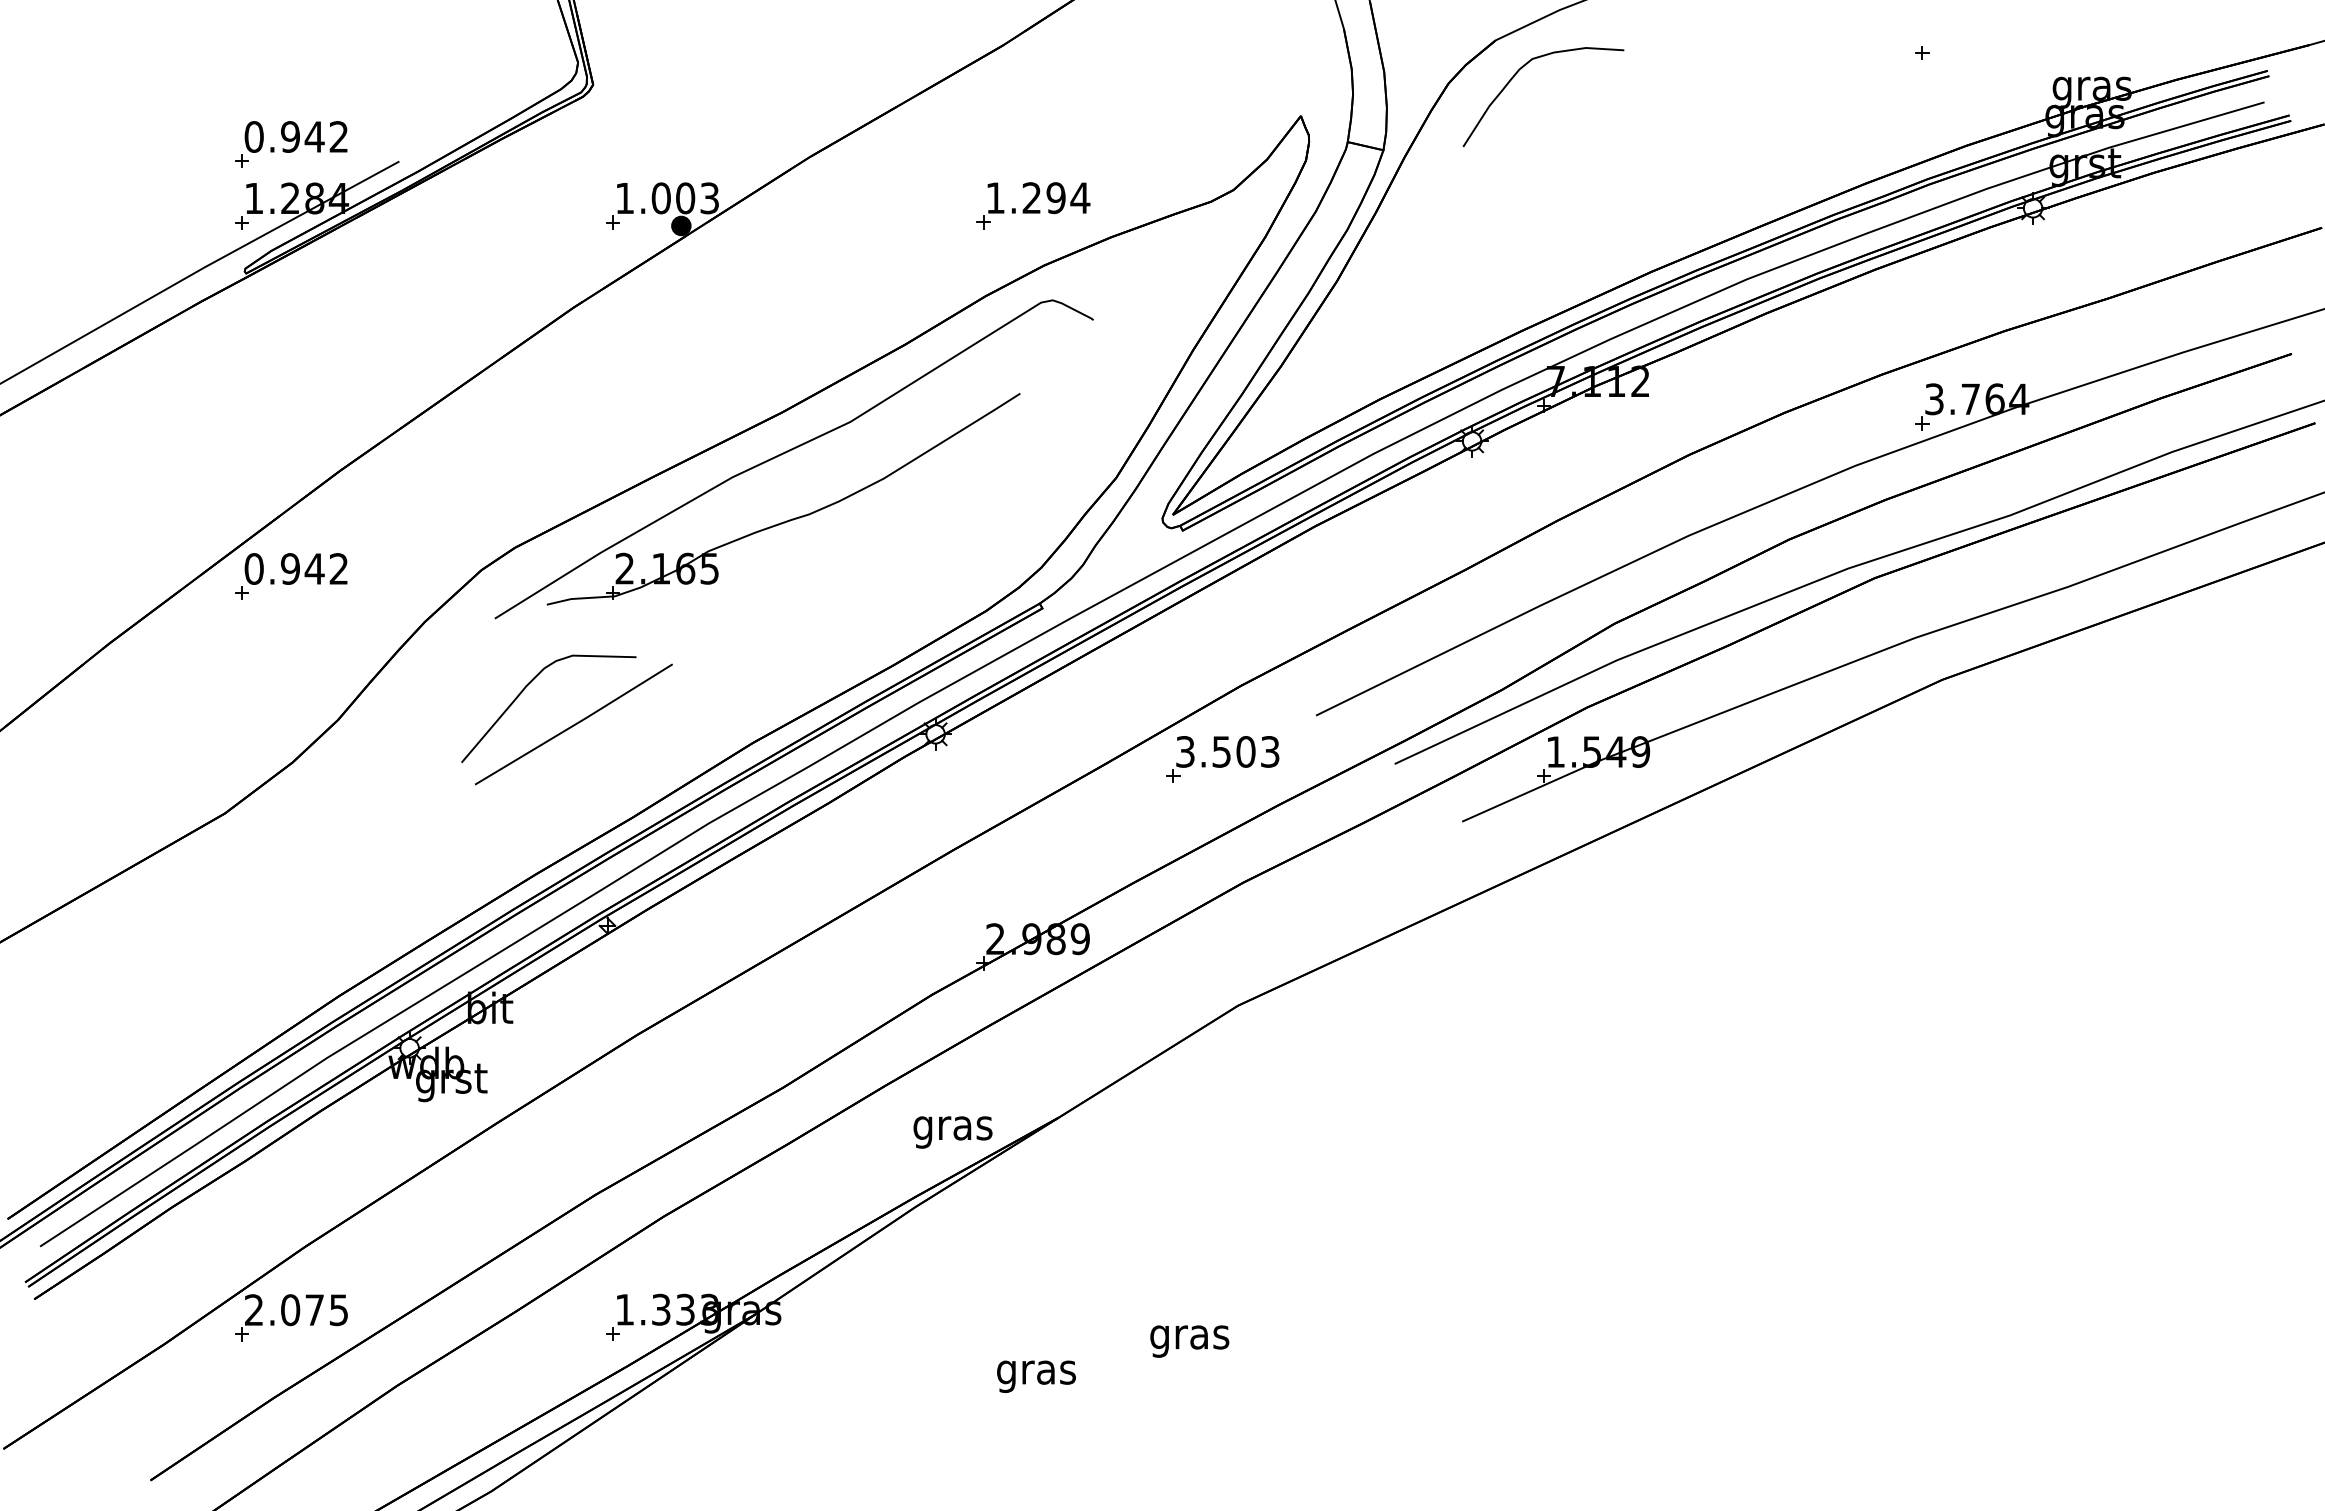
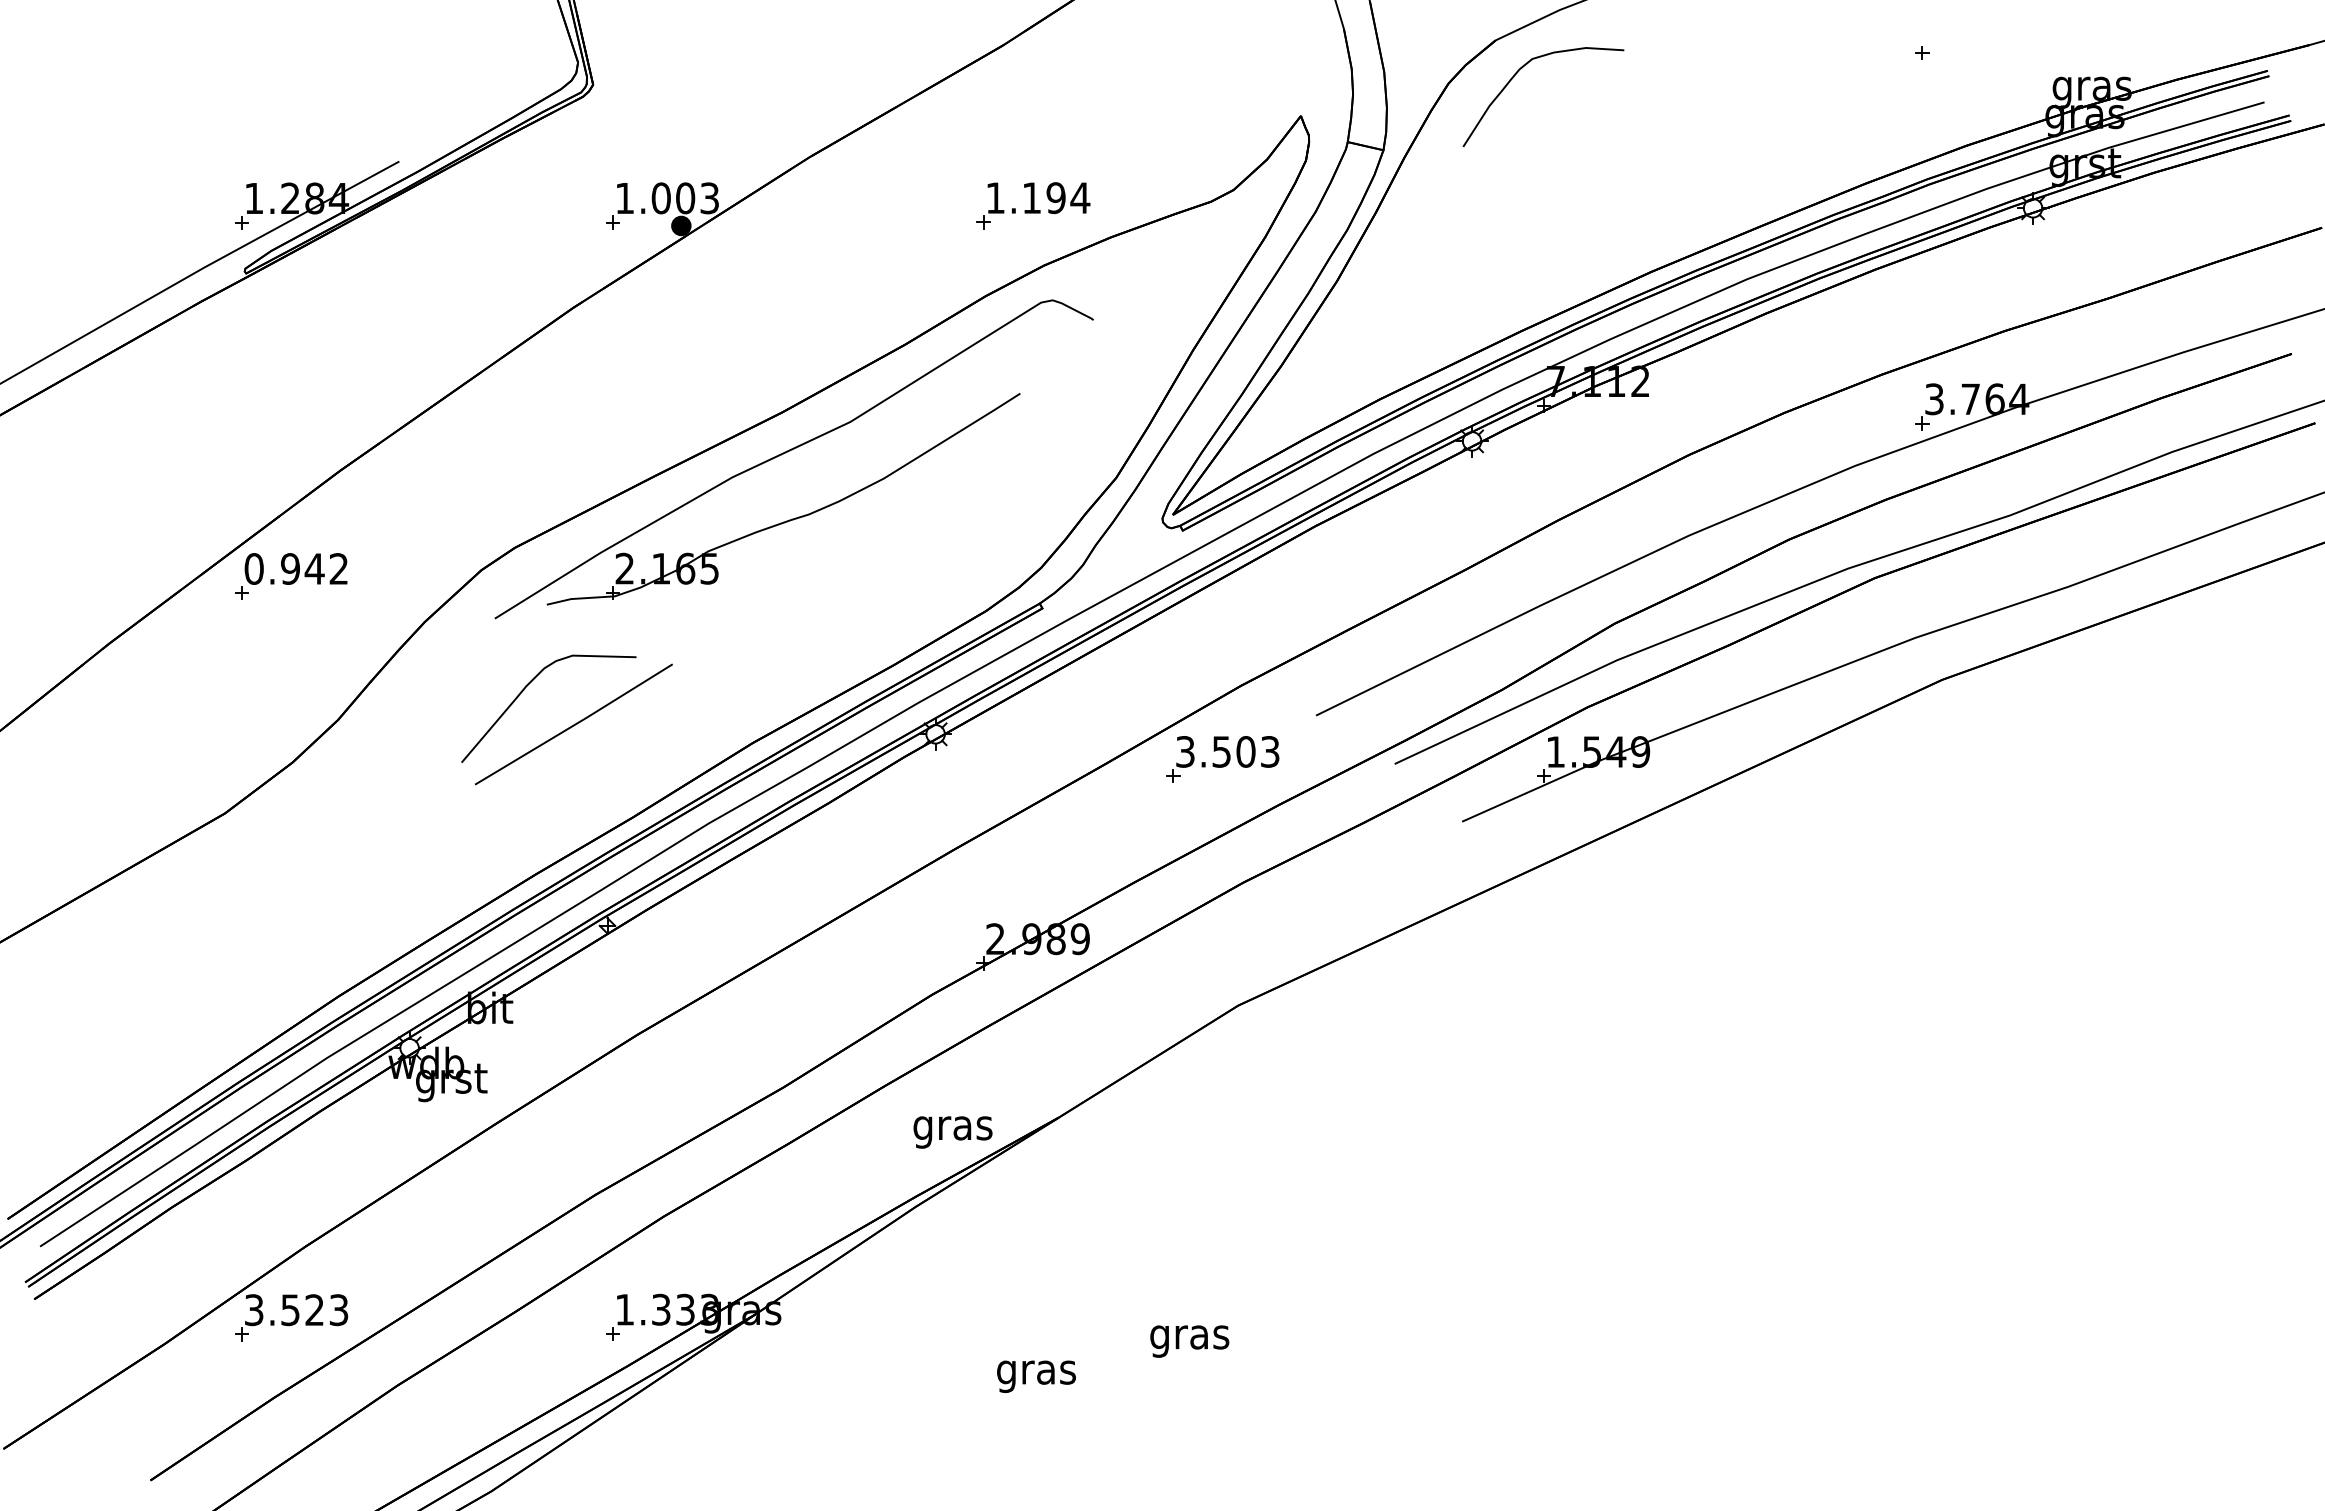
part at (291, 144): present -> none
text at (1031, 197): 1.294 -> 1.194
text at (296, 1310): 2.075 -> 3.523
